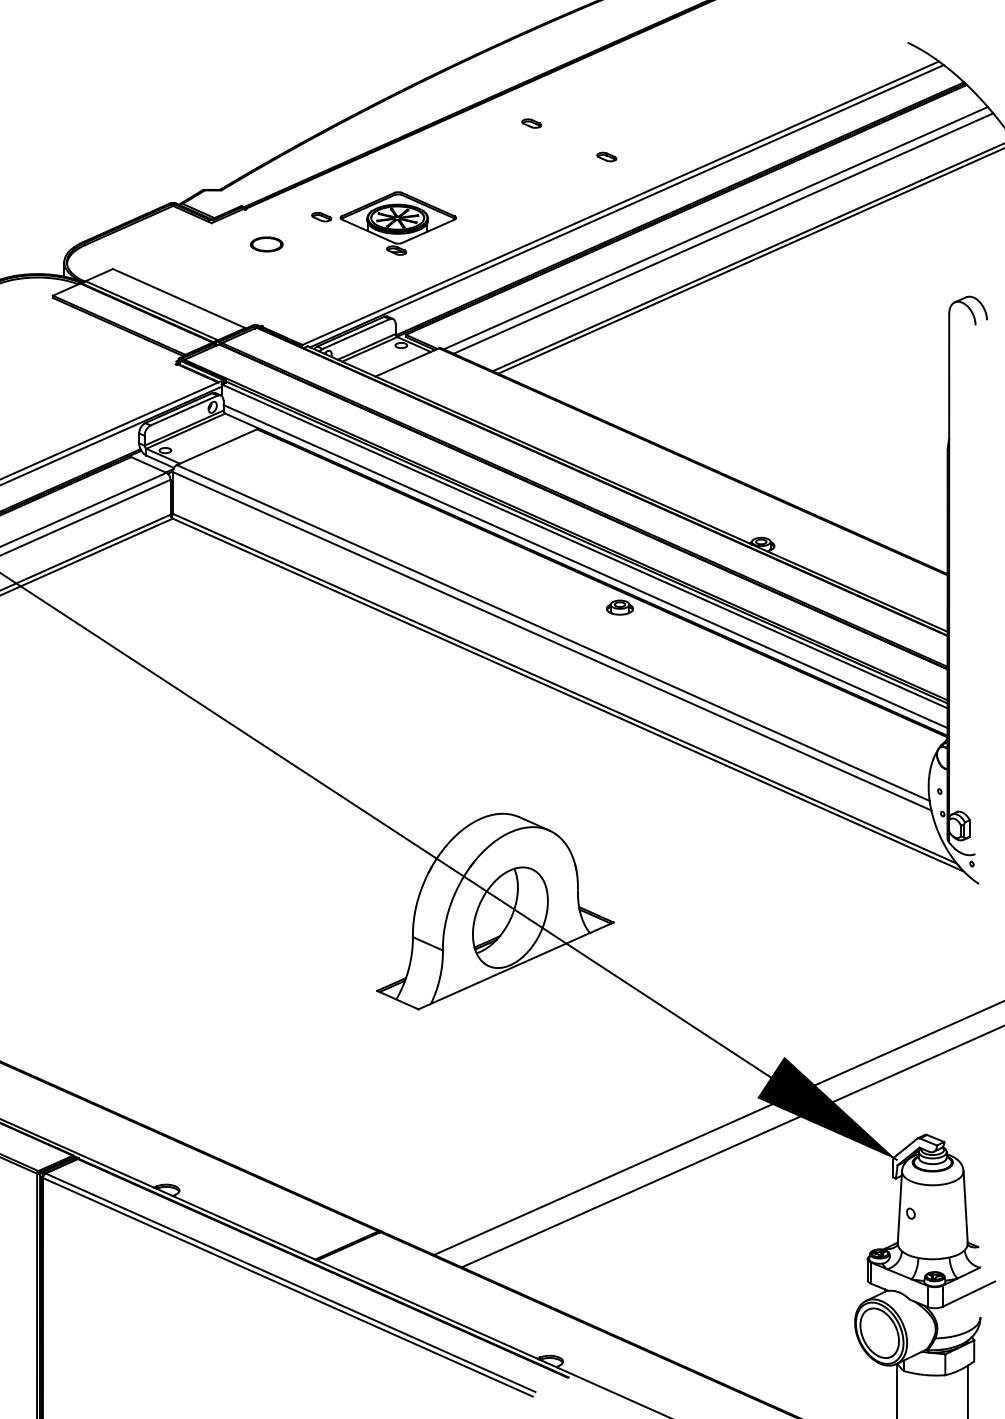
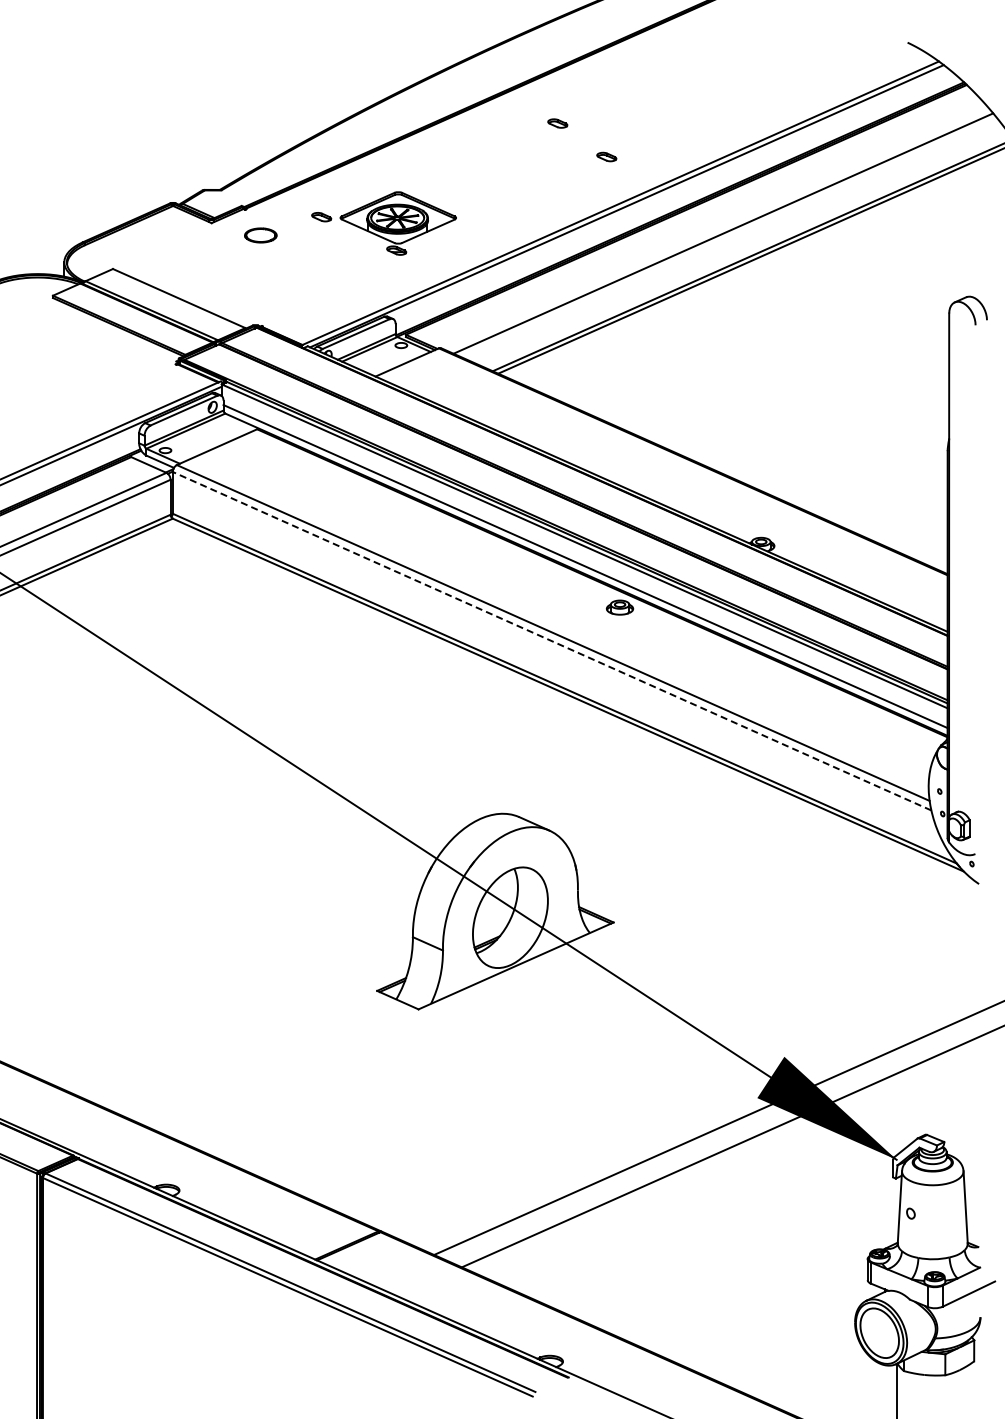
part at (531, 123) position: (531, 123) -> (557, 123)
line at (715, 228): present -> none
part at (266, 244) position: (266, 244) -> (260, 235)
line at (551, 641): solid -> dashed
line at (967, 1390): present -> none
